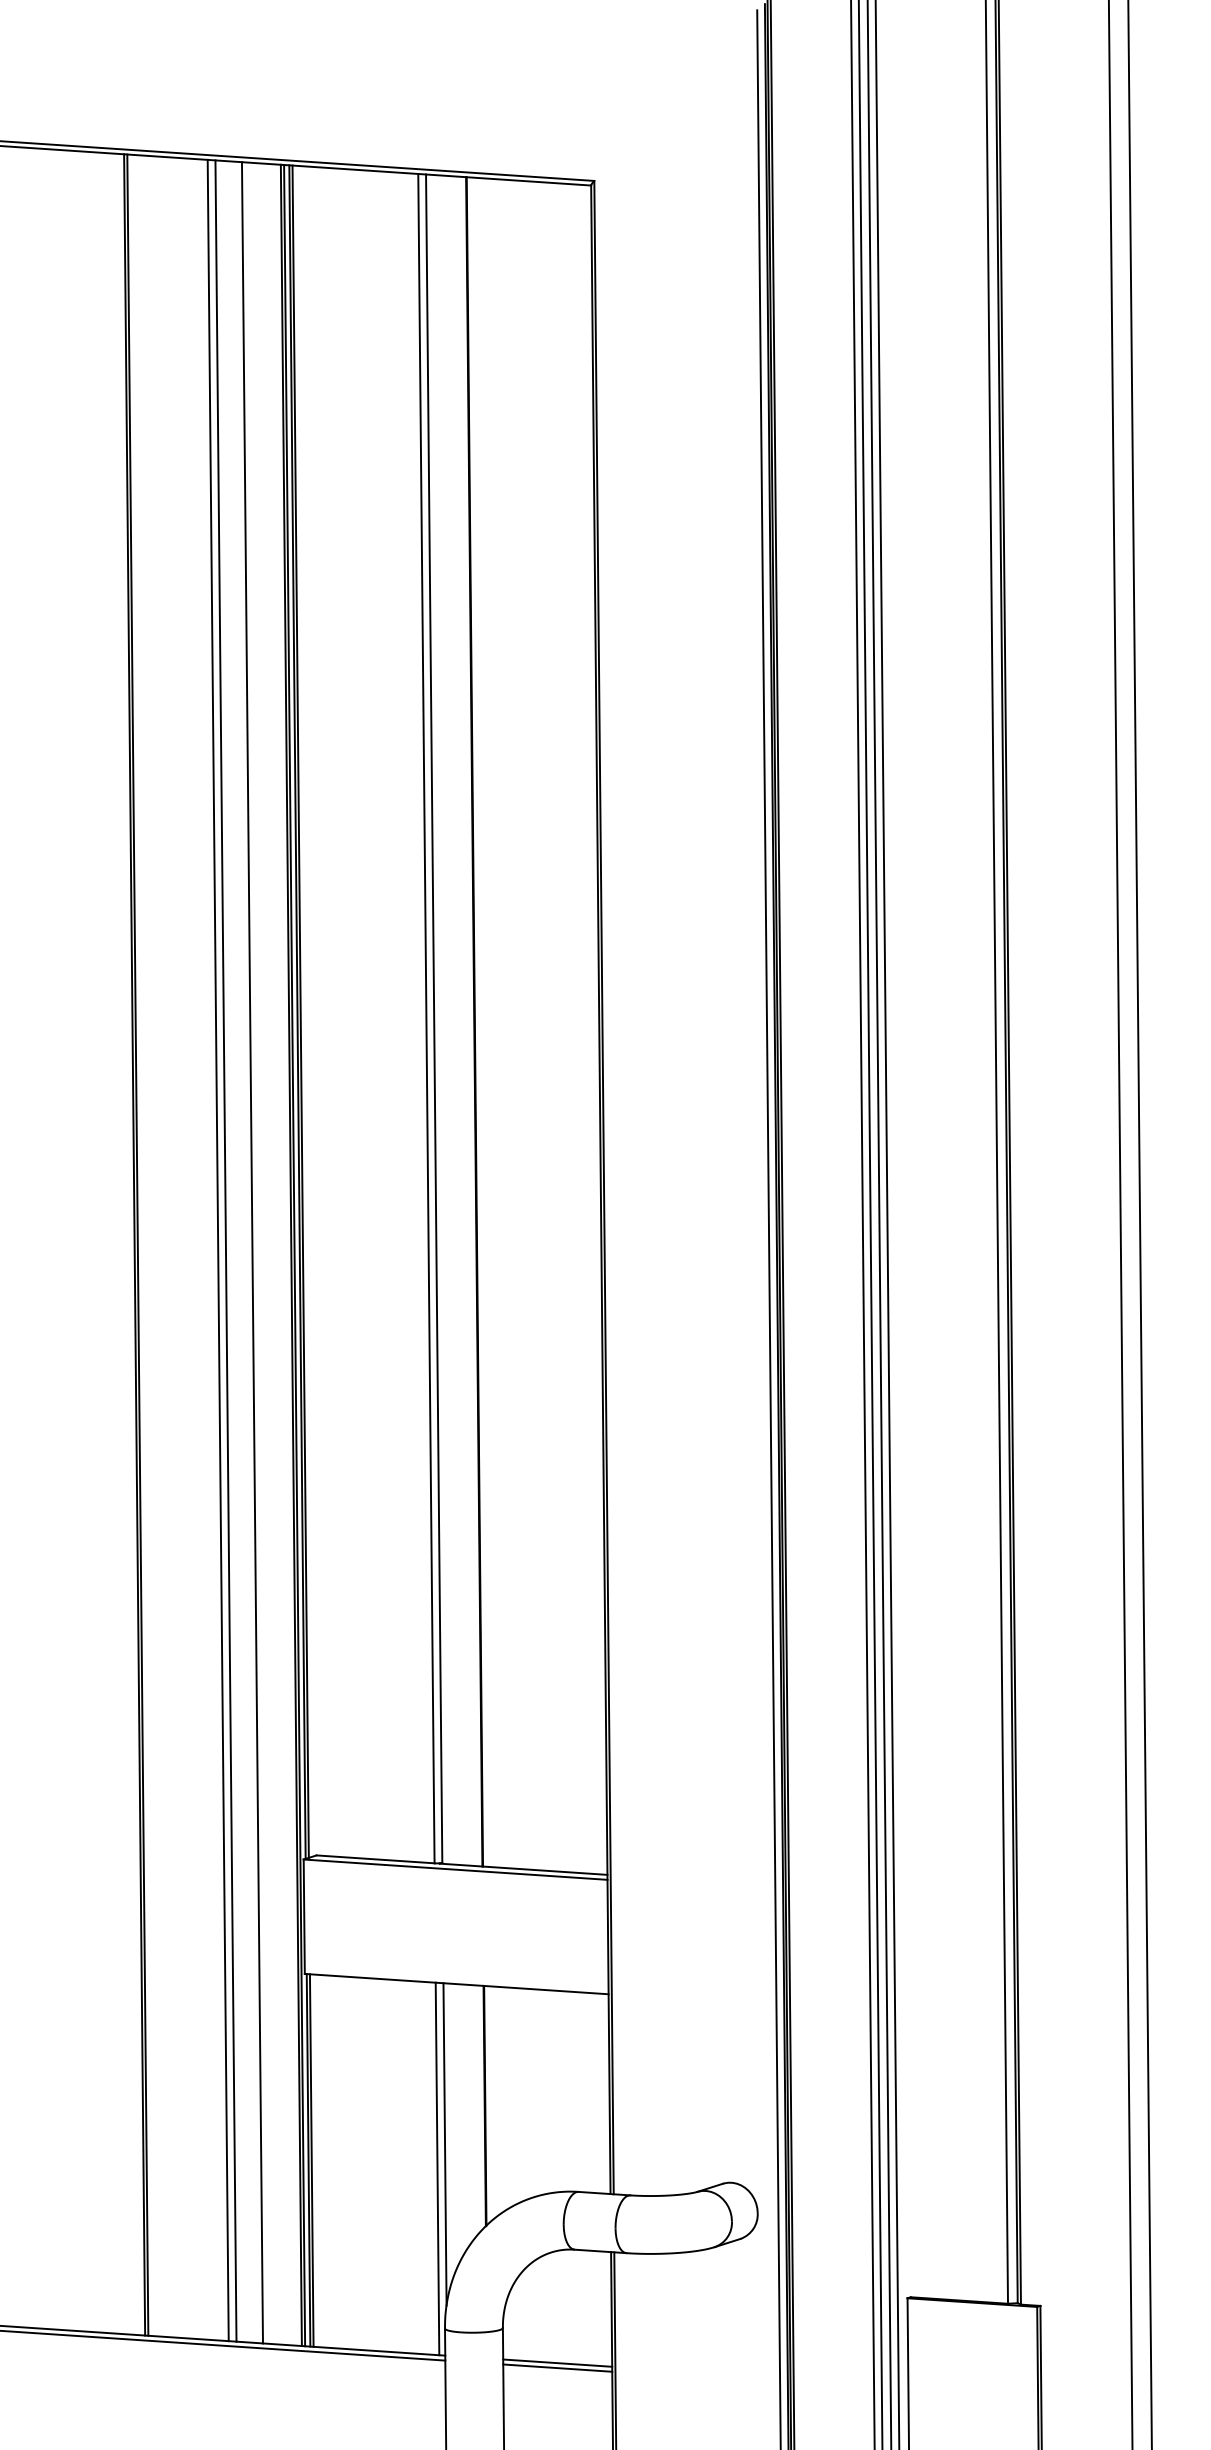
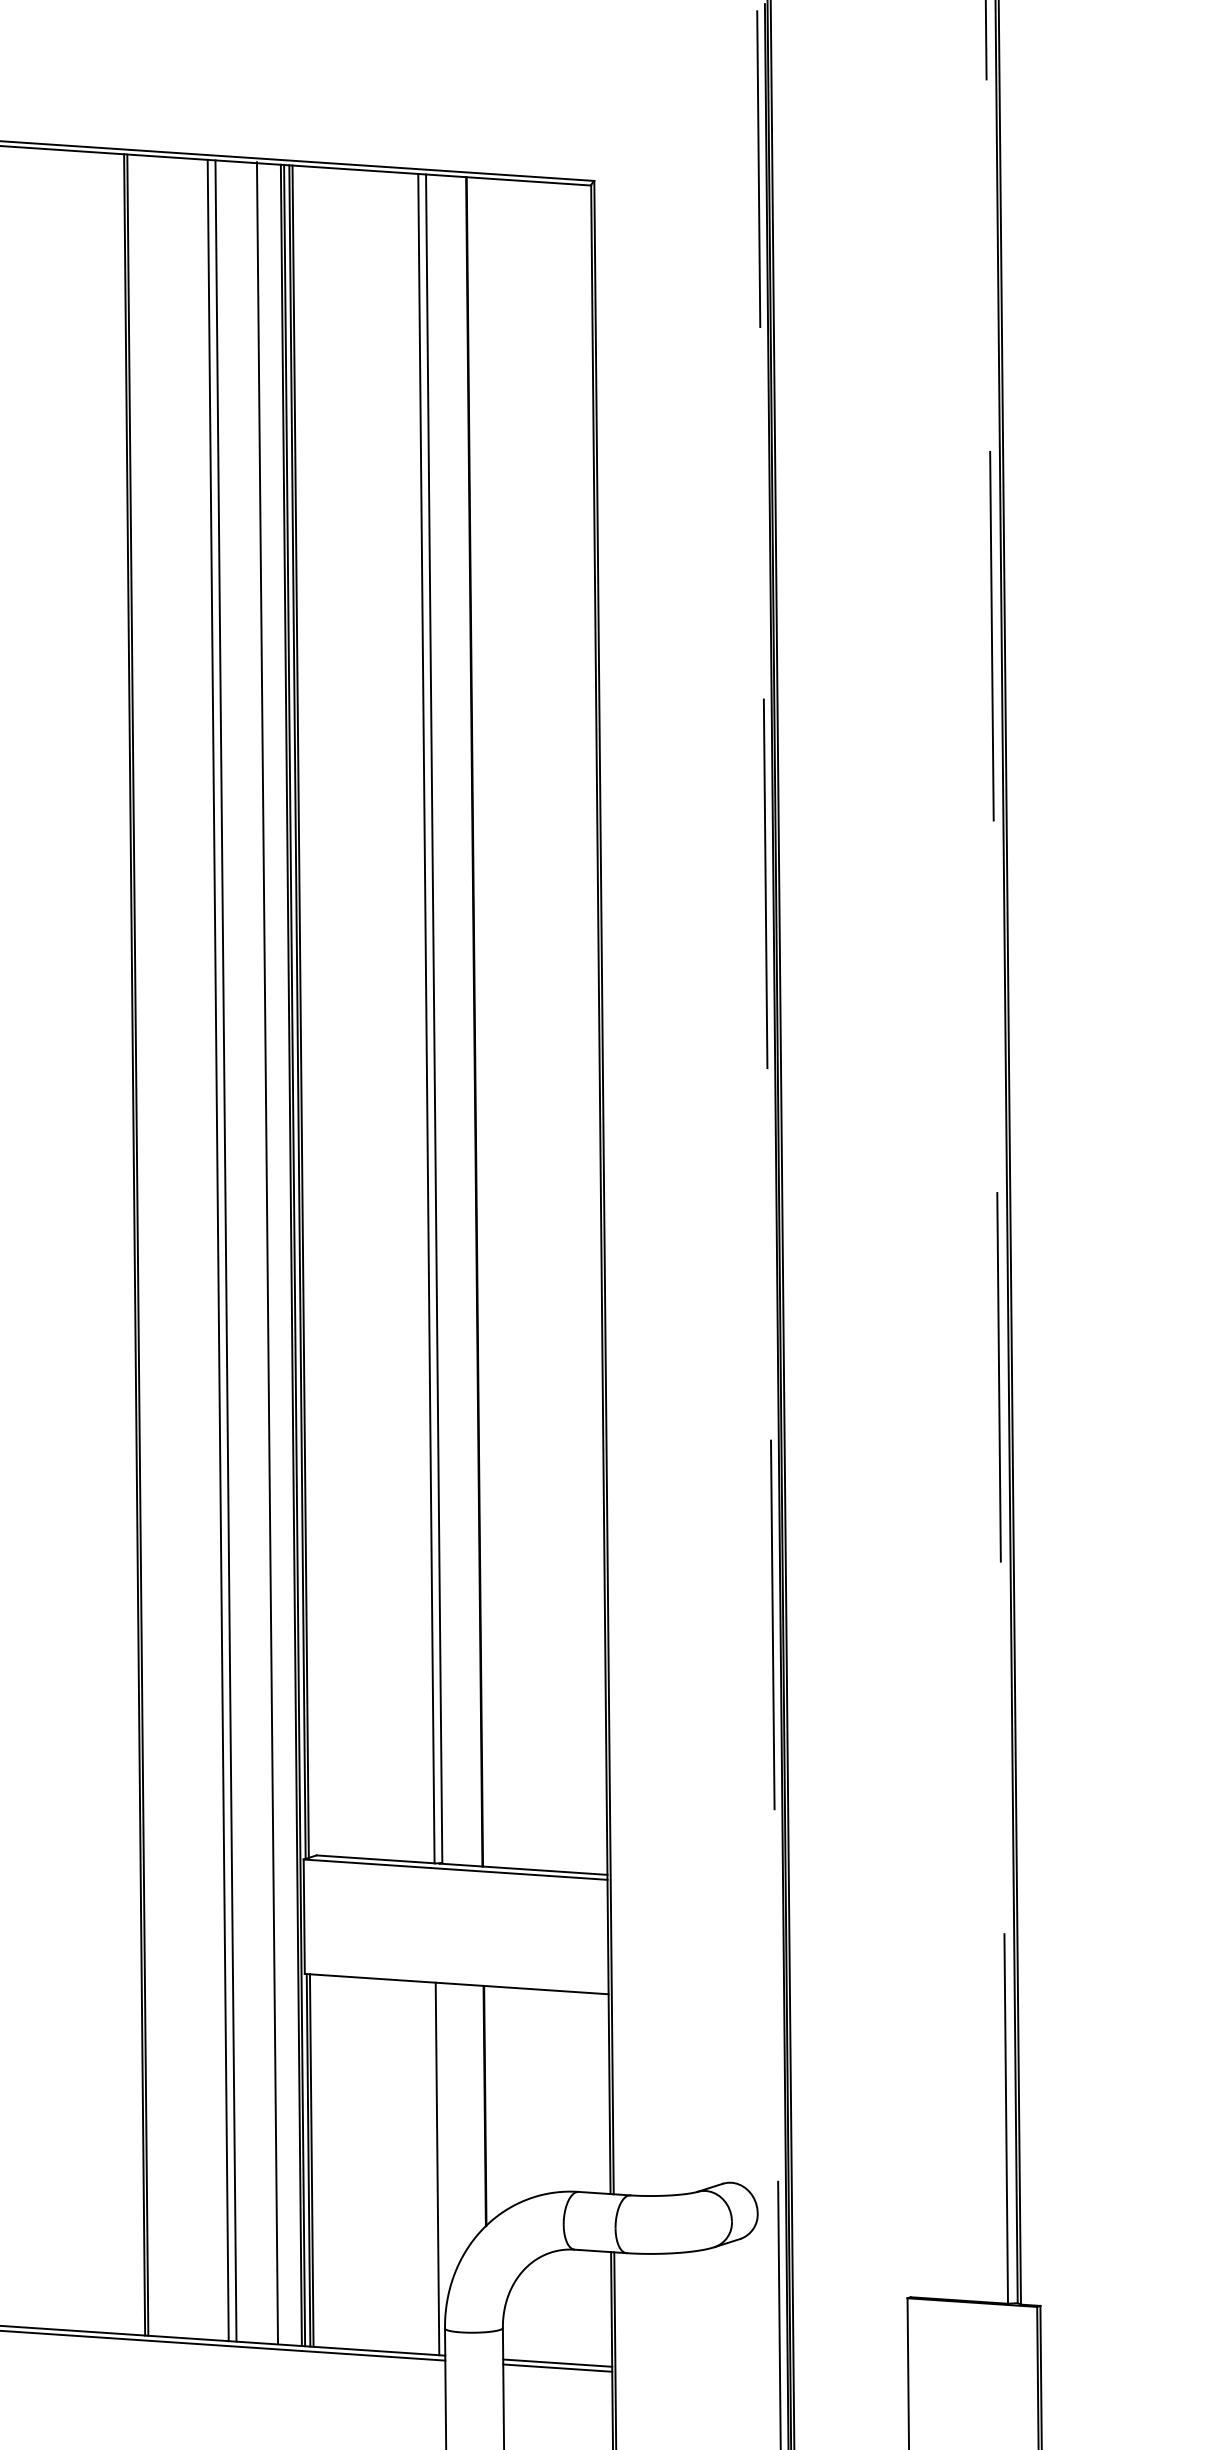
line at (996, 1152): solid -> dashed
line at (862, 1224): present -> none
line at (870, 1224): present -> none
line at (879, 1224): present -> none
line at (887, 1224): present -> none
line at (1120, 1224): present -> none
line at (1139, 1224): present -> none
line at (768, 1229): solid -> dashed
line at (252, 1252) position: (252, 1252) -> (267, 1252)
line at (444, 2144): present -> none
